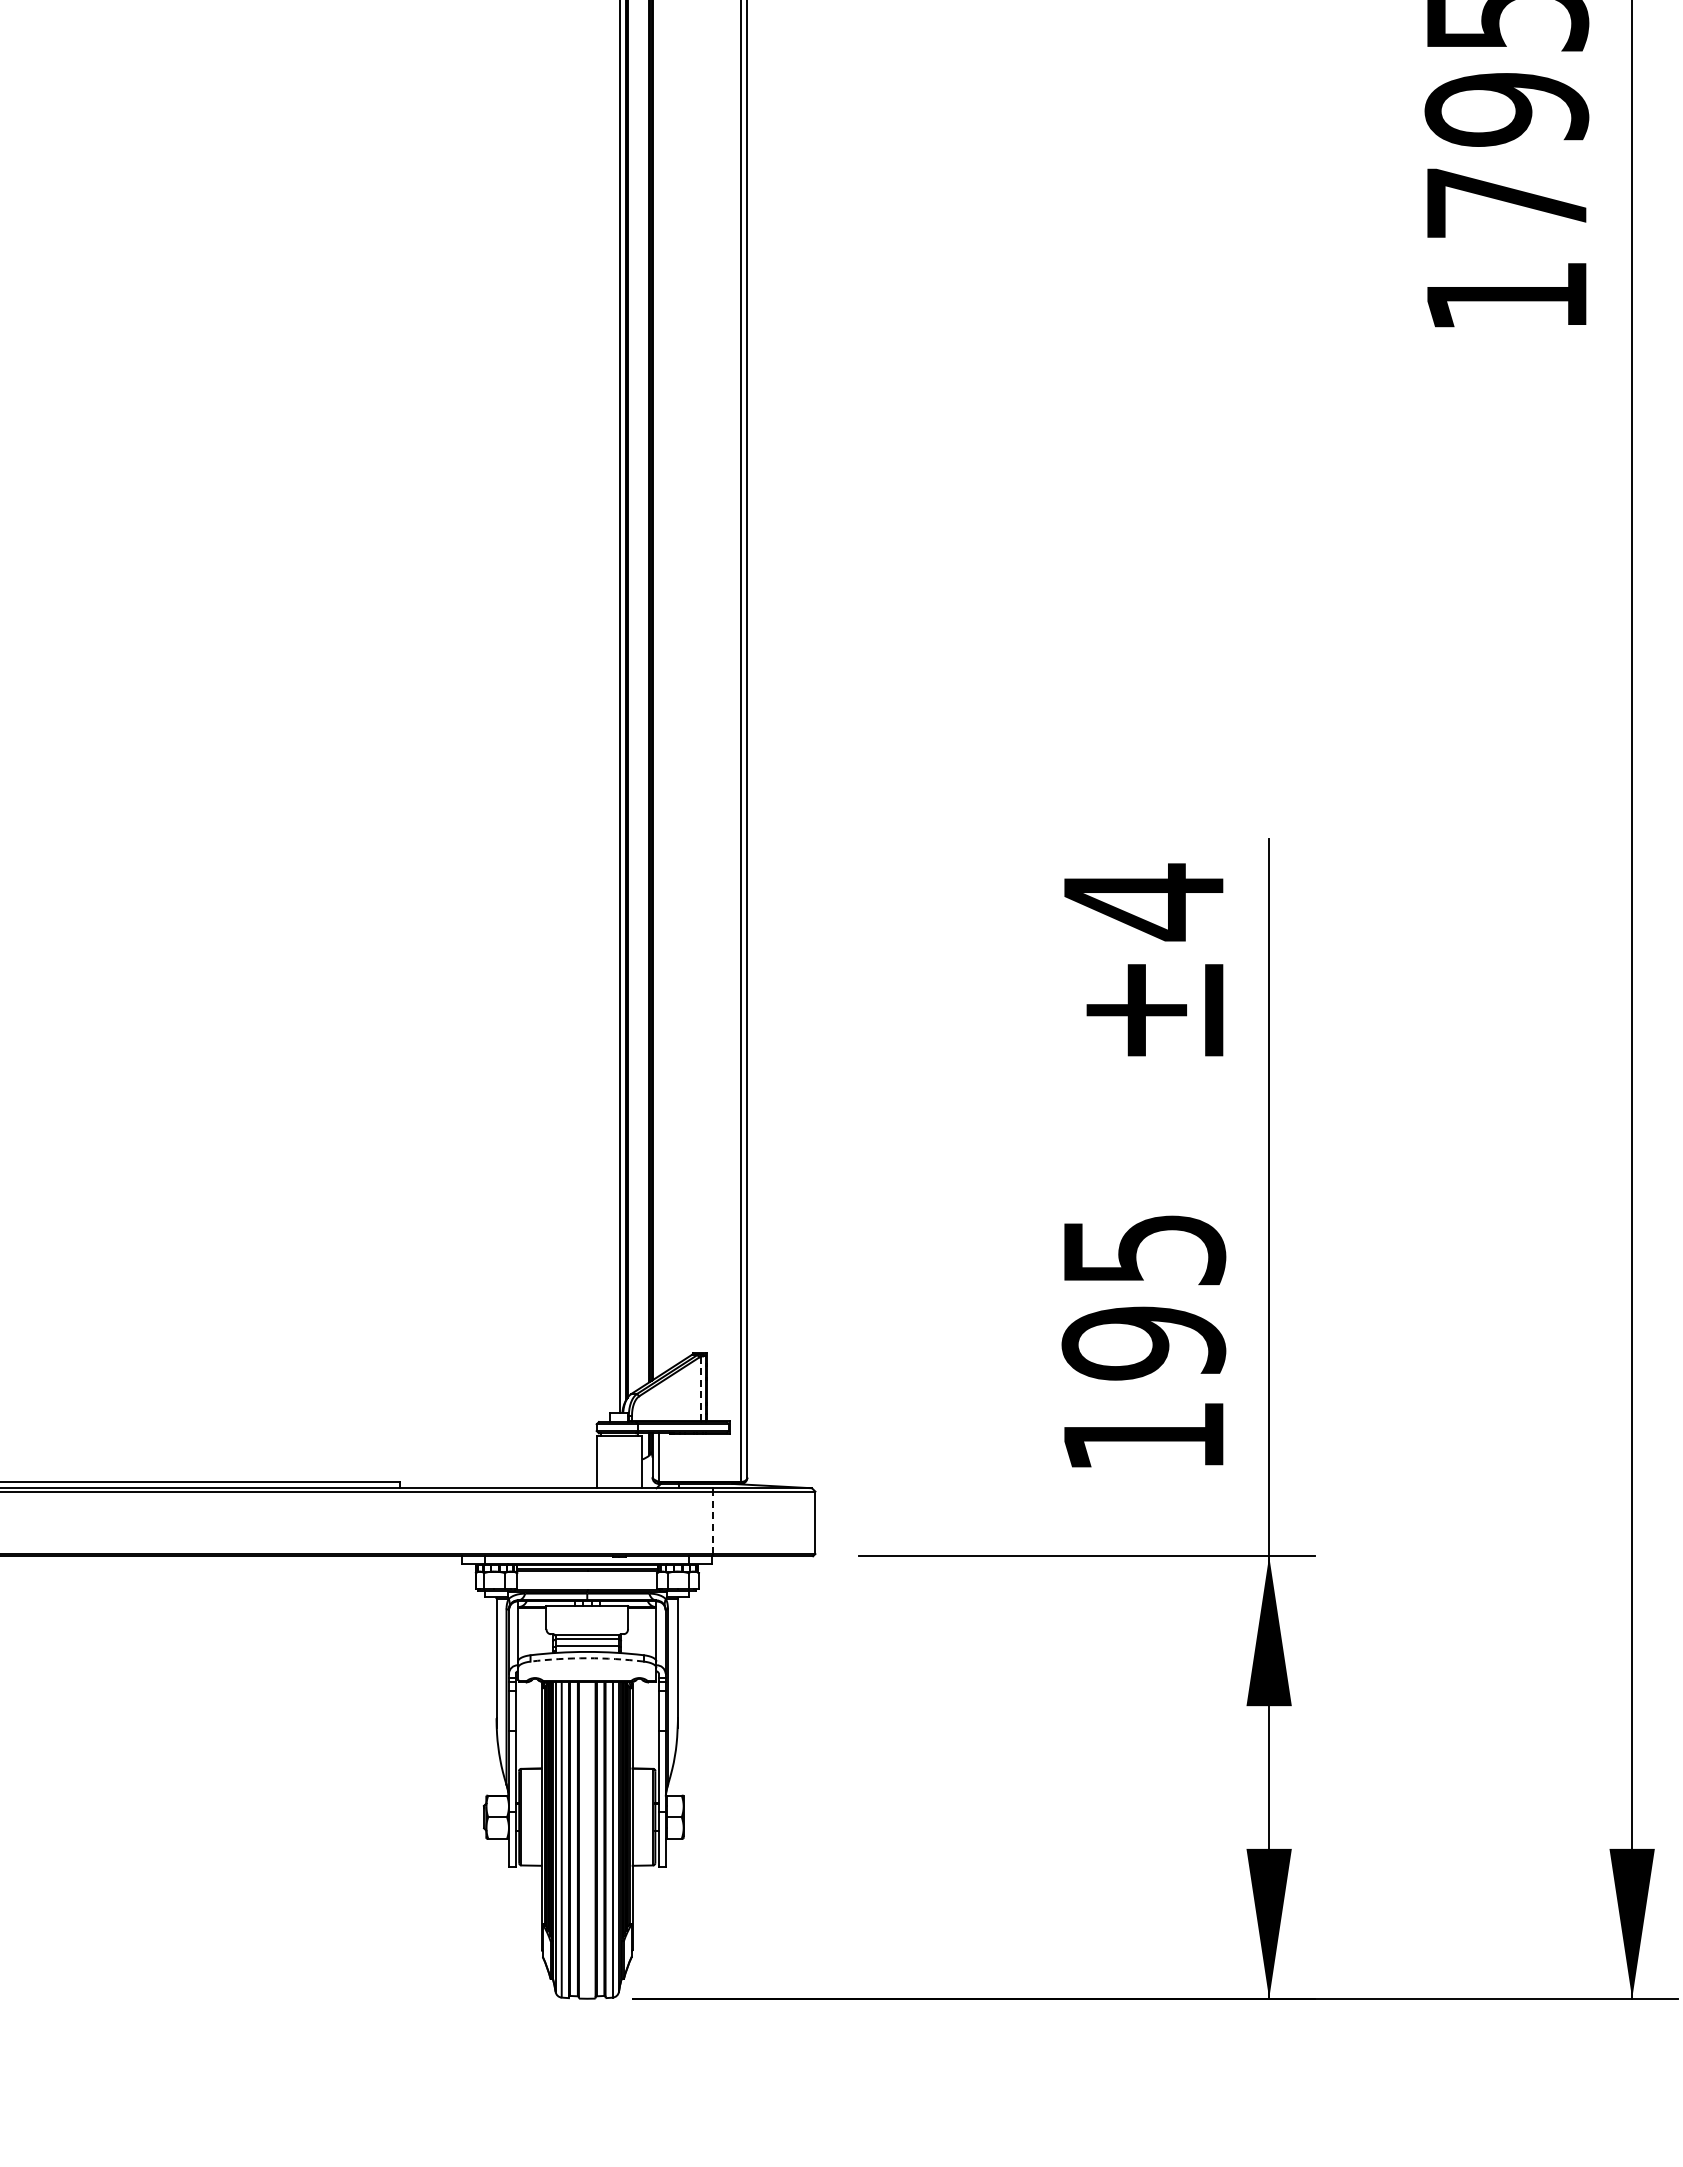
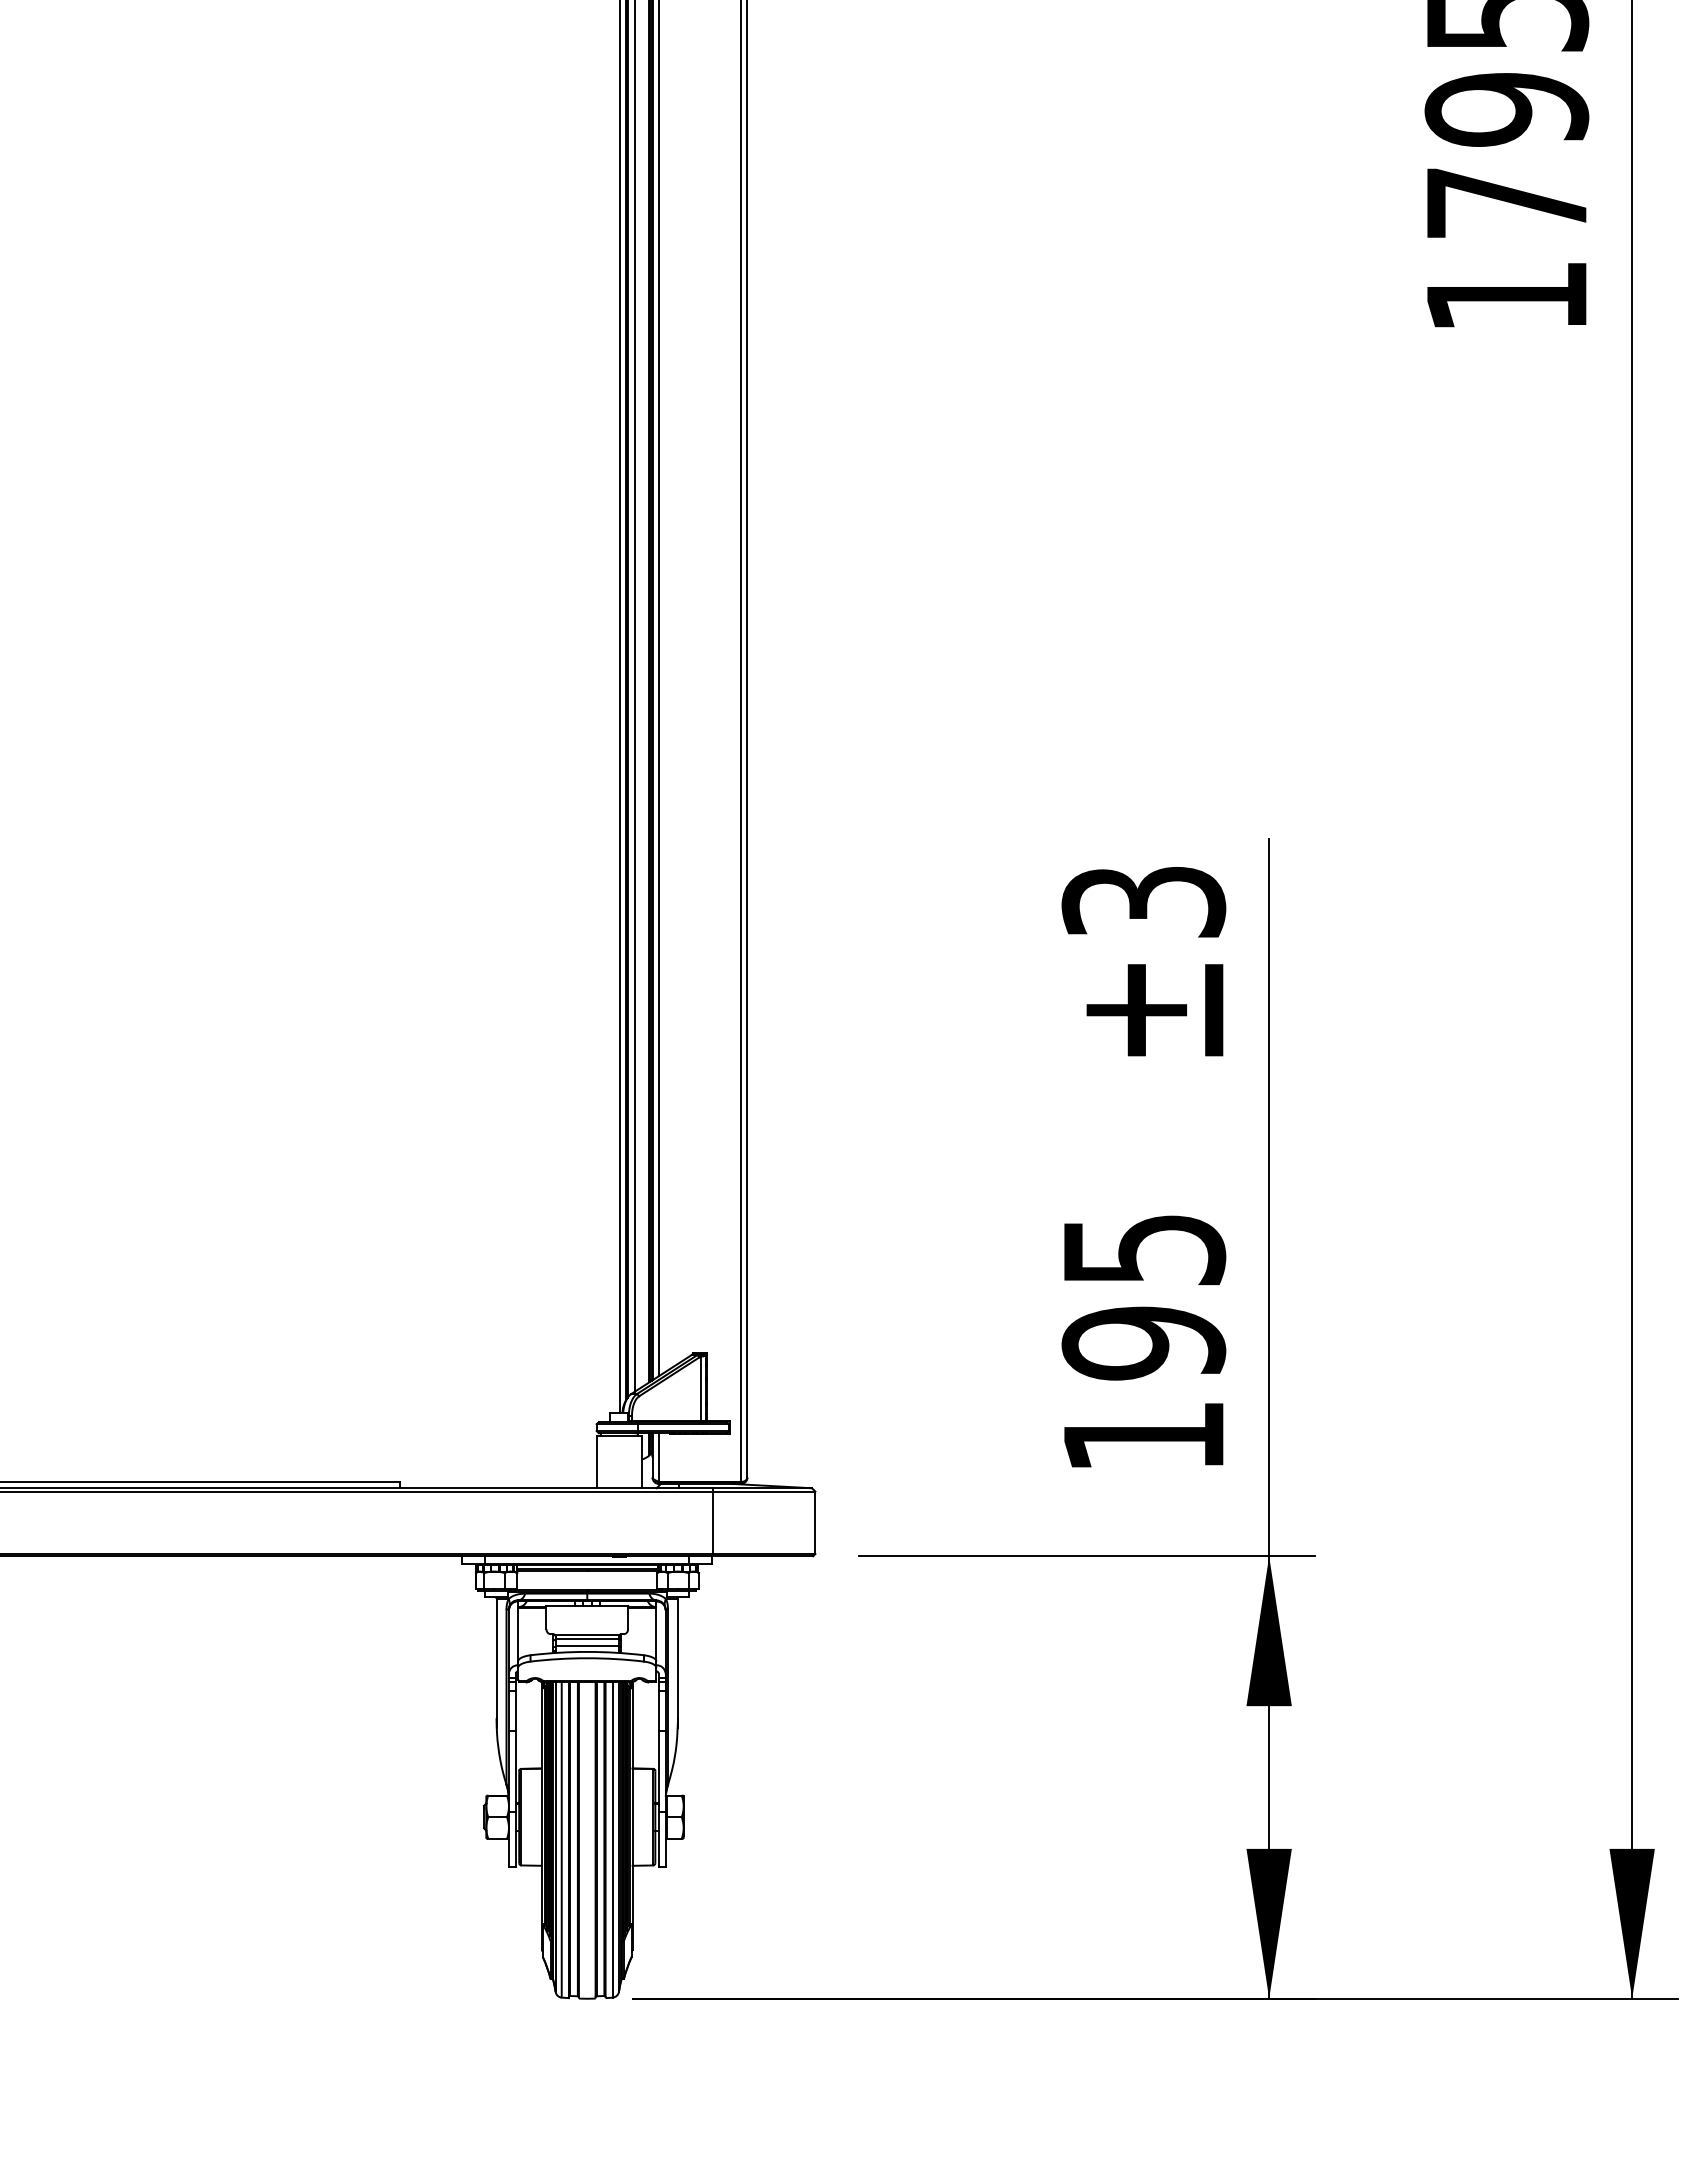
line at (658, 689): none -> present
line at (635, 696): none -> present
text at (1143, 902): ±4 -> ±3
line at (701, 1389): dashed -> solid
line at (713, 1522): dashed -> solid
arc at (587, 1658): dashed -> solid
